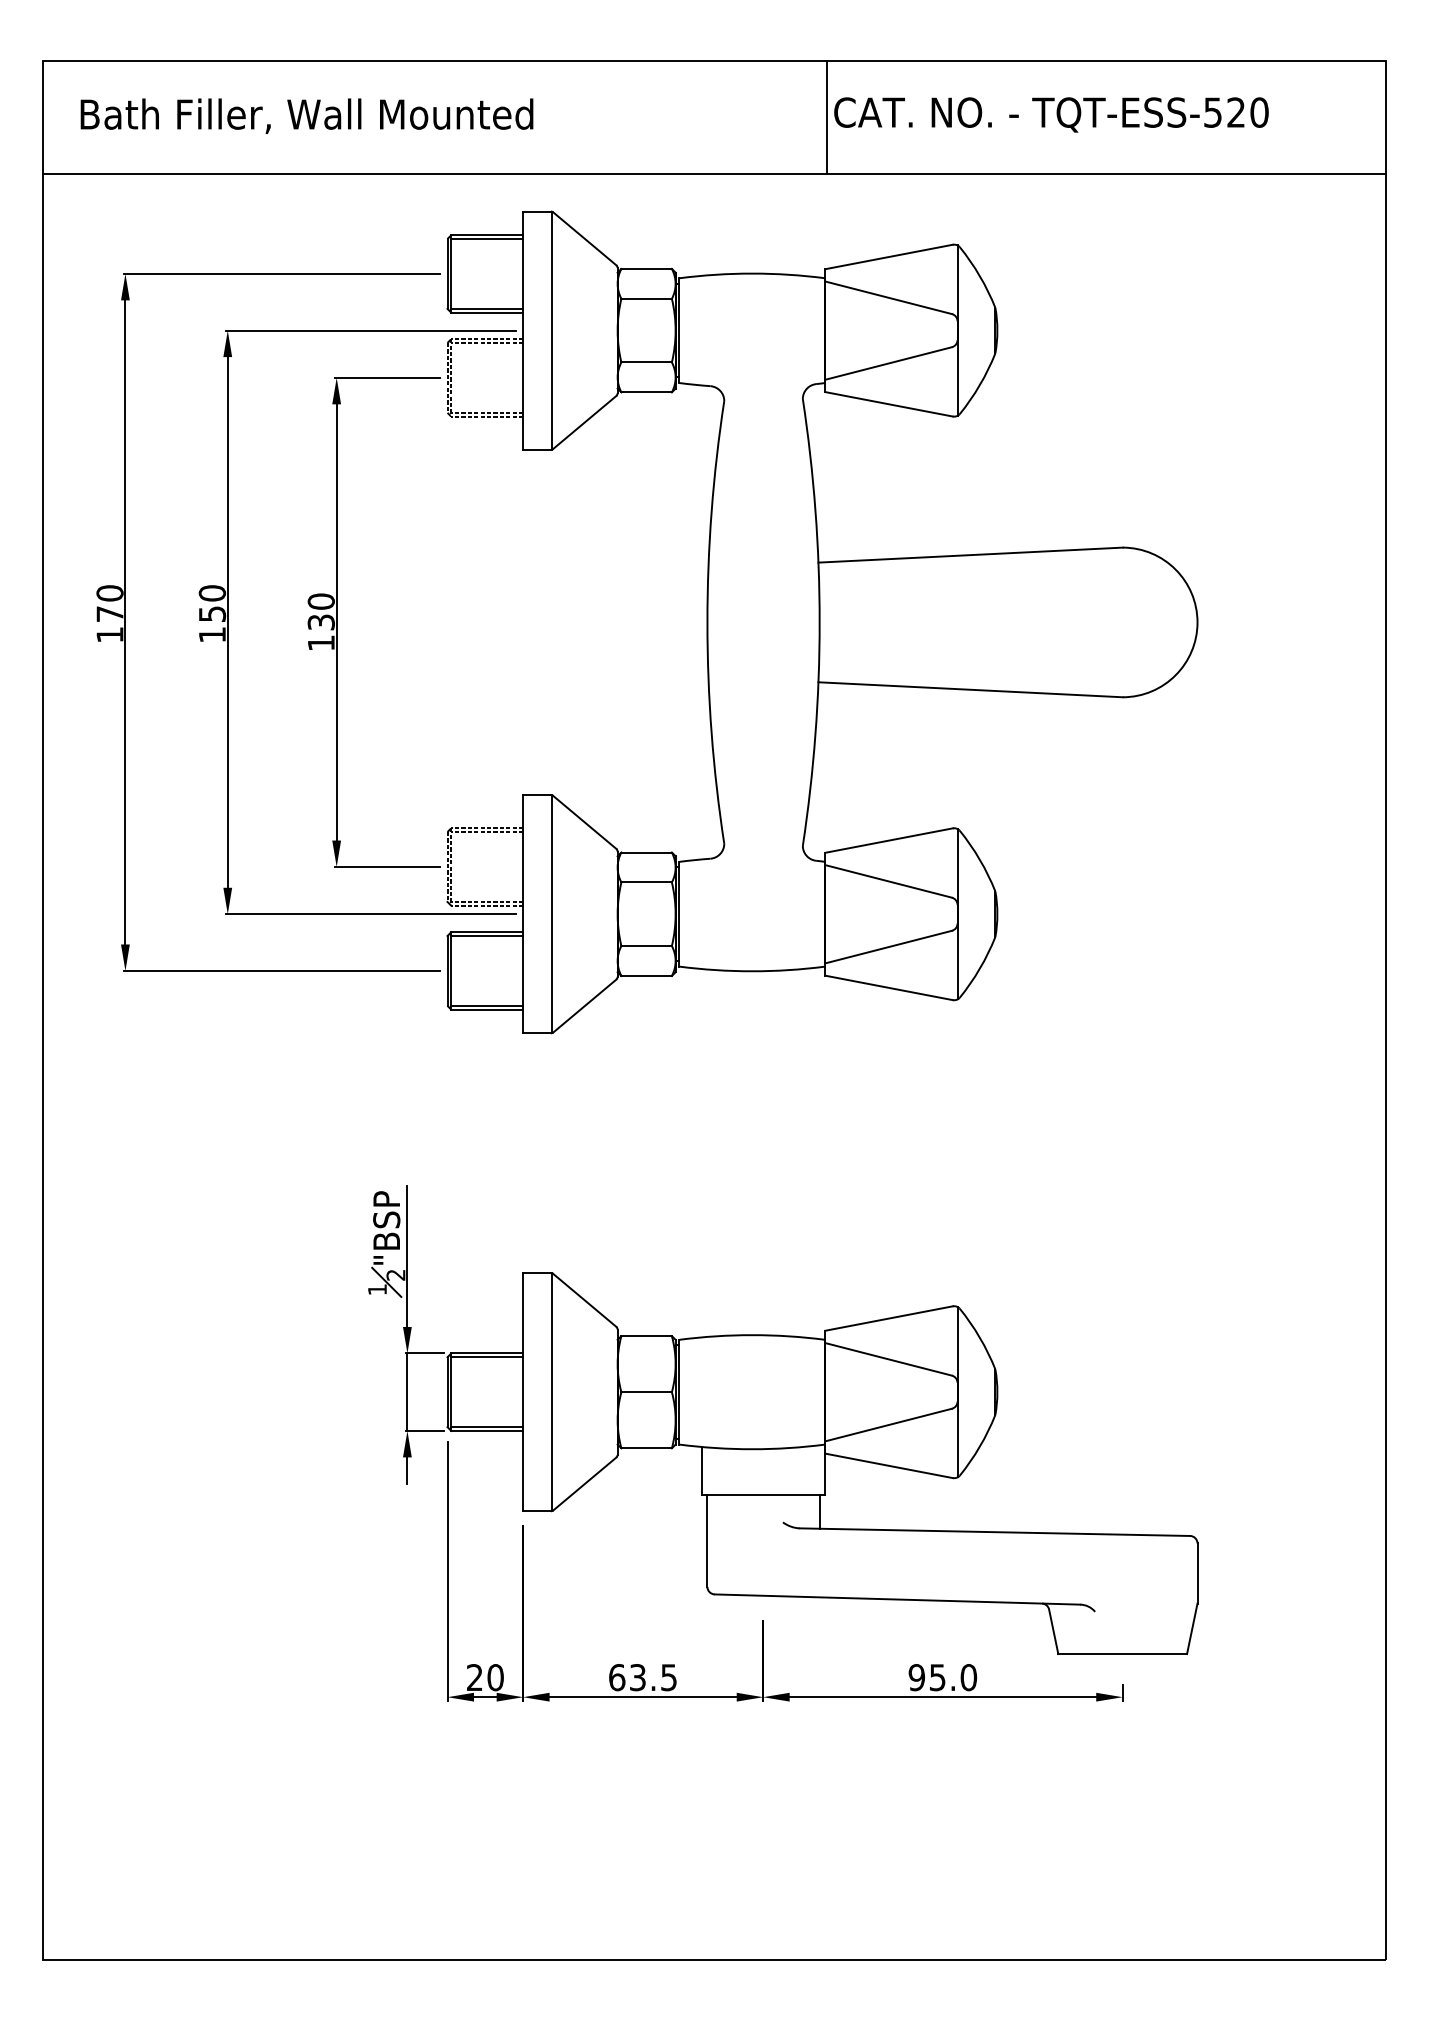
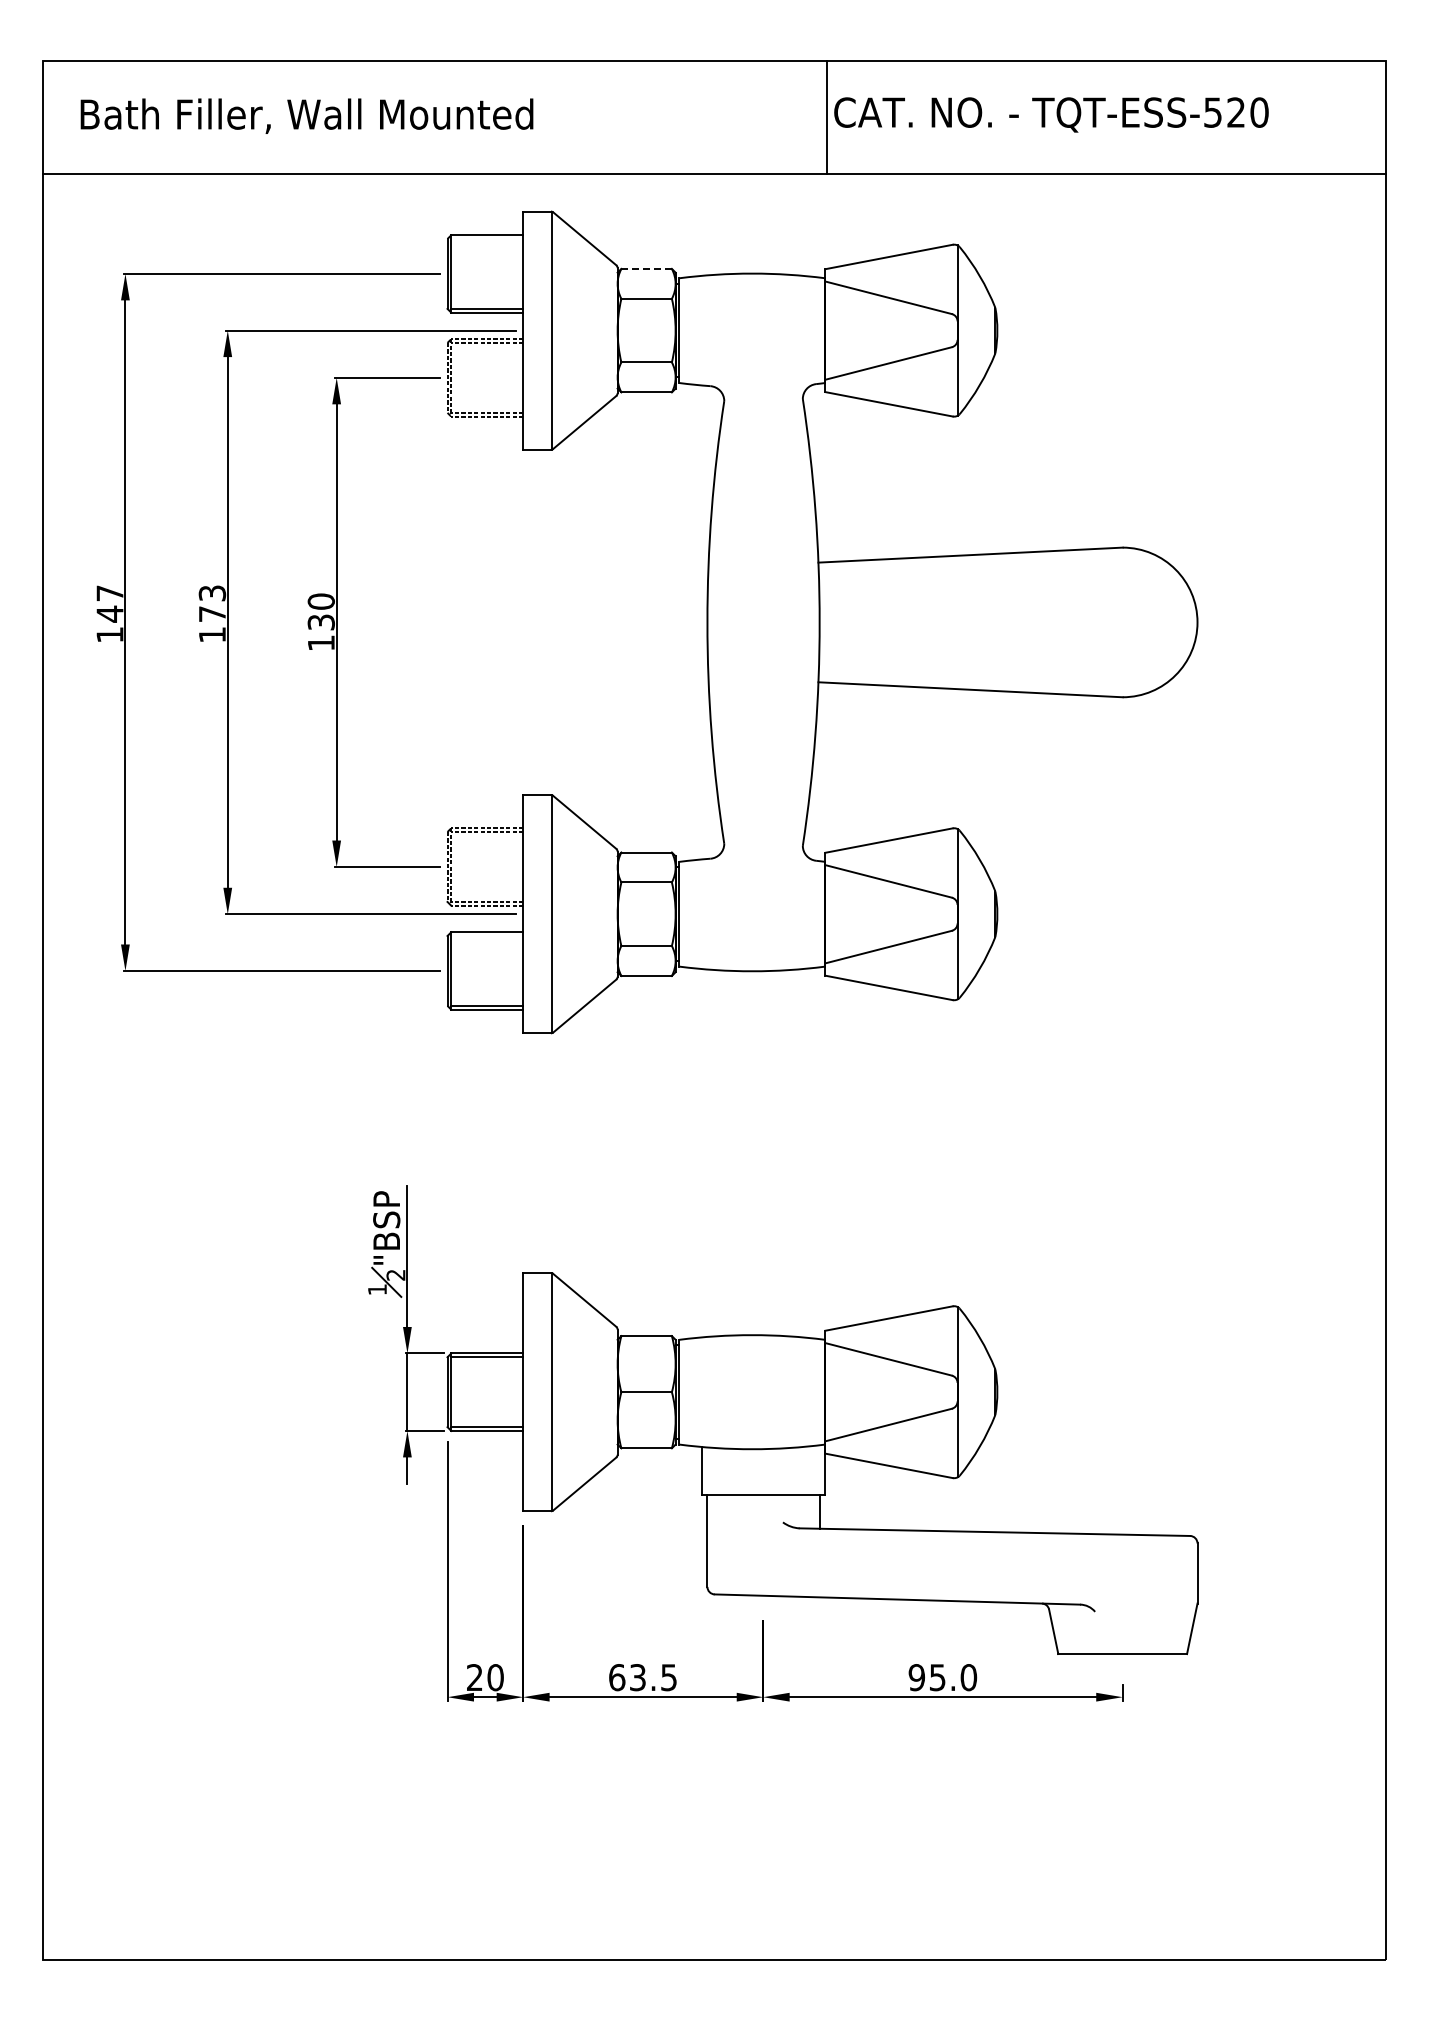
line at (487, 238): present -> none
line at (646, 268): solid -> dashed
text at (109, 603): 170 -> 147
text at (212, 603): 150 -> 173
line at (487, 935): present -> none
